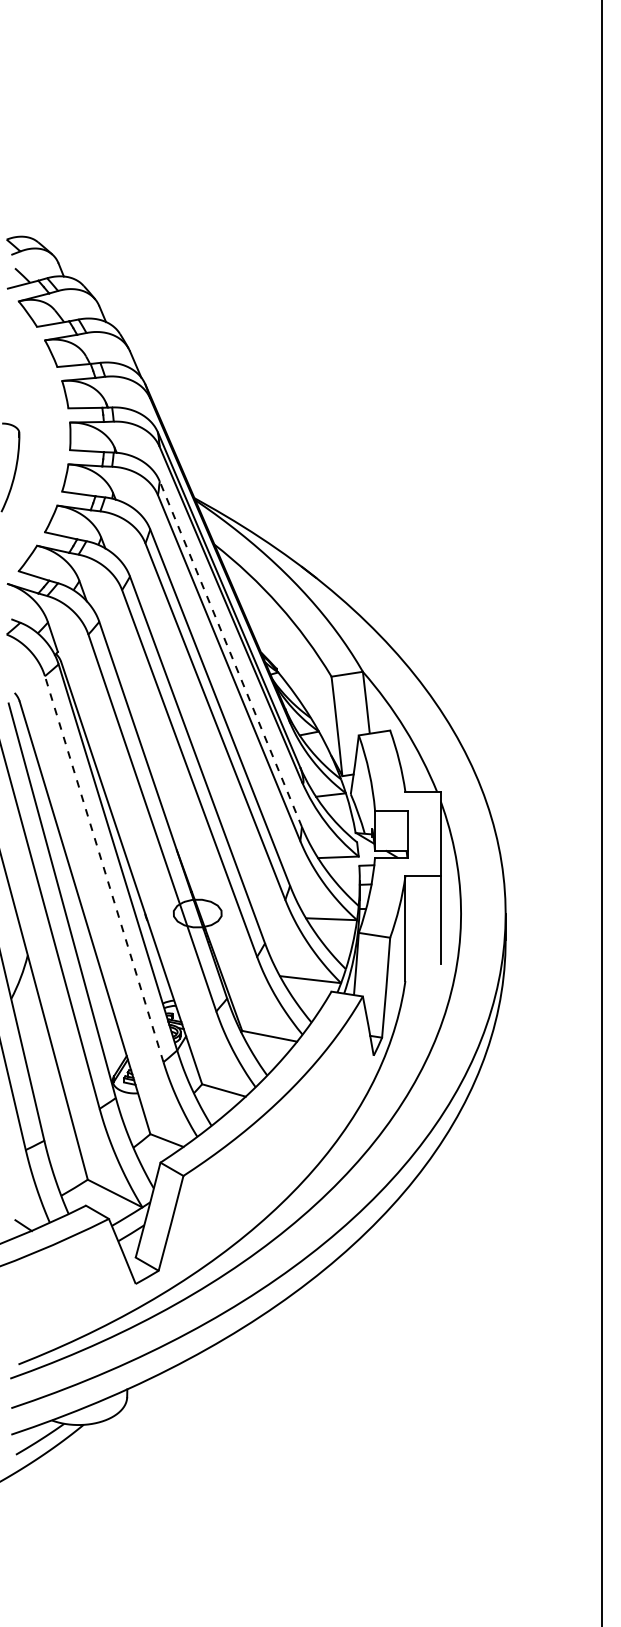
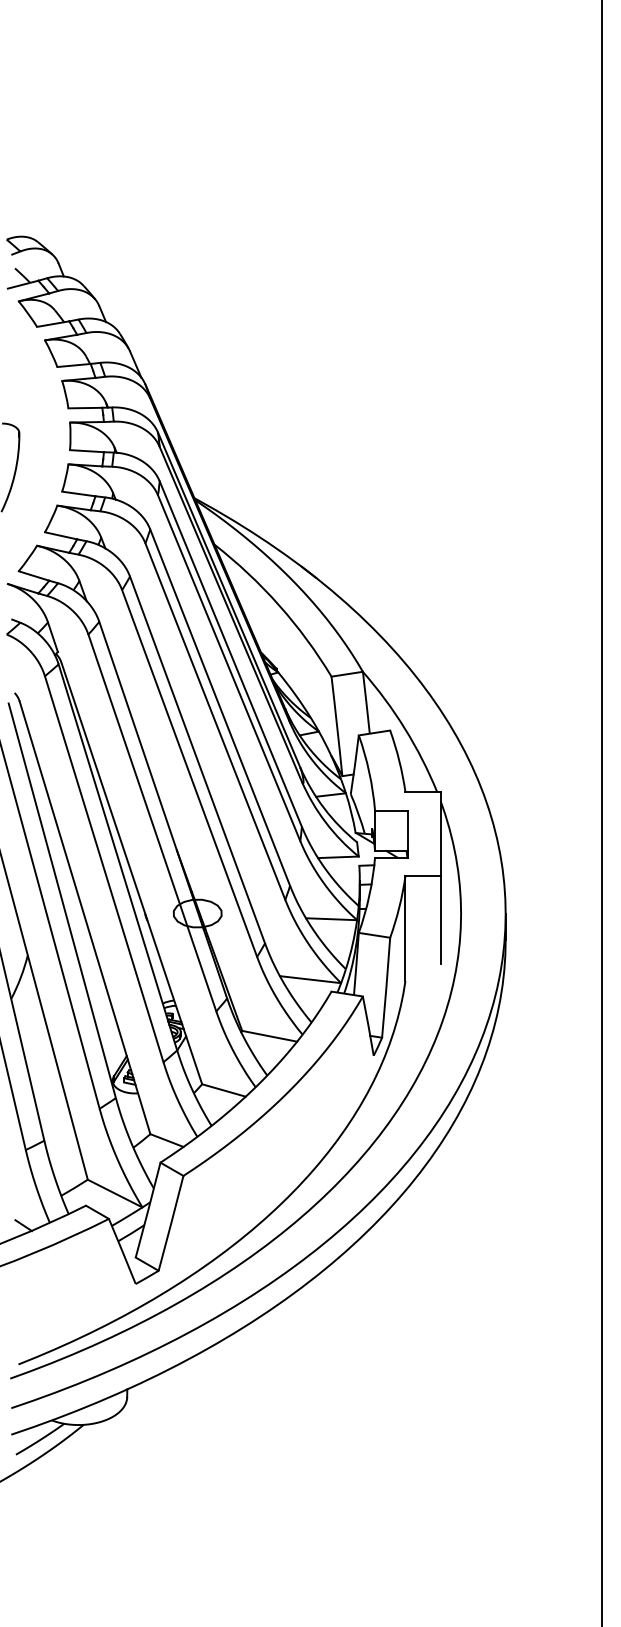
line at (230, 654): dashed -> solid
line at (104, 869): dashed -> solid
